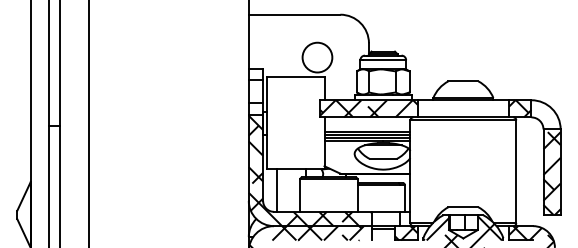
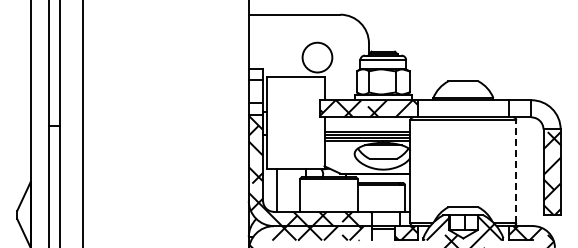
hatch at (520, 108): present -> none
line at (89, 123) position: (89, 123) -> (83, 123)
line at (516, 171): solid -> dashed
